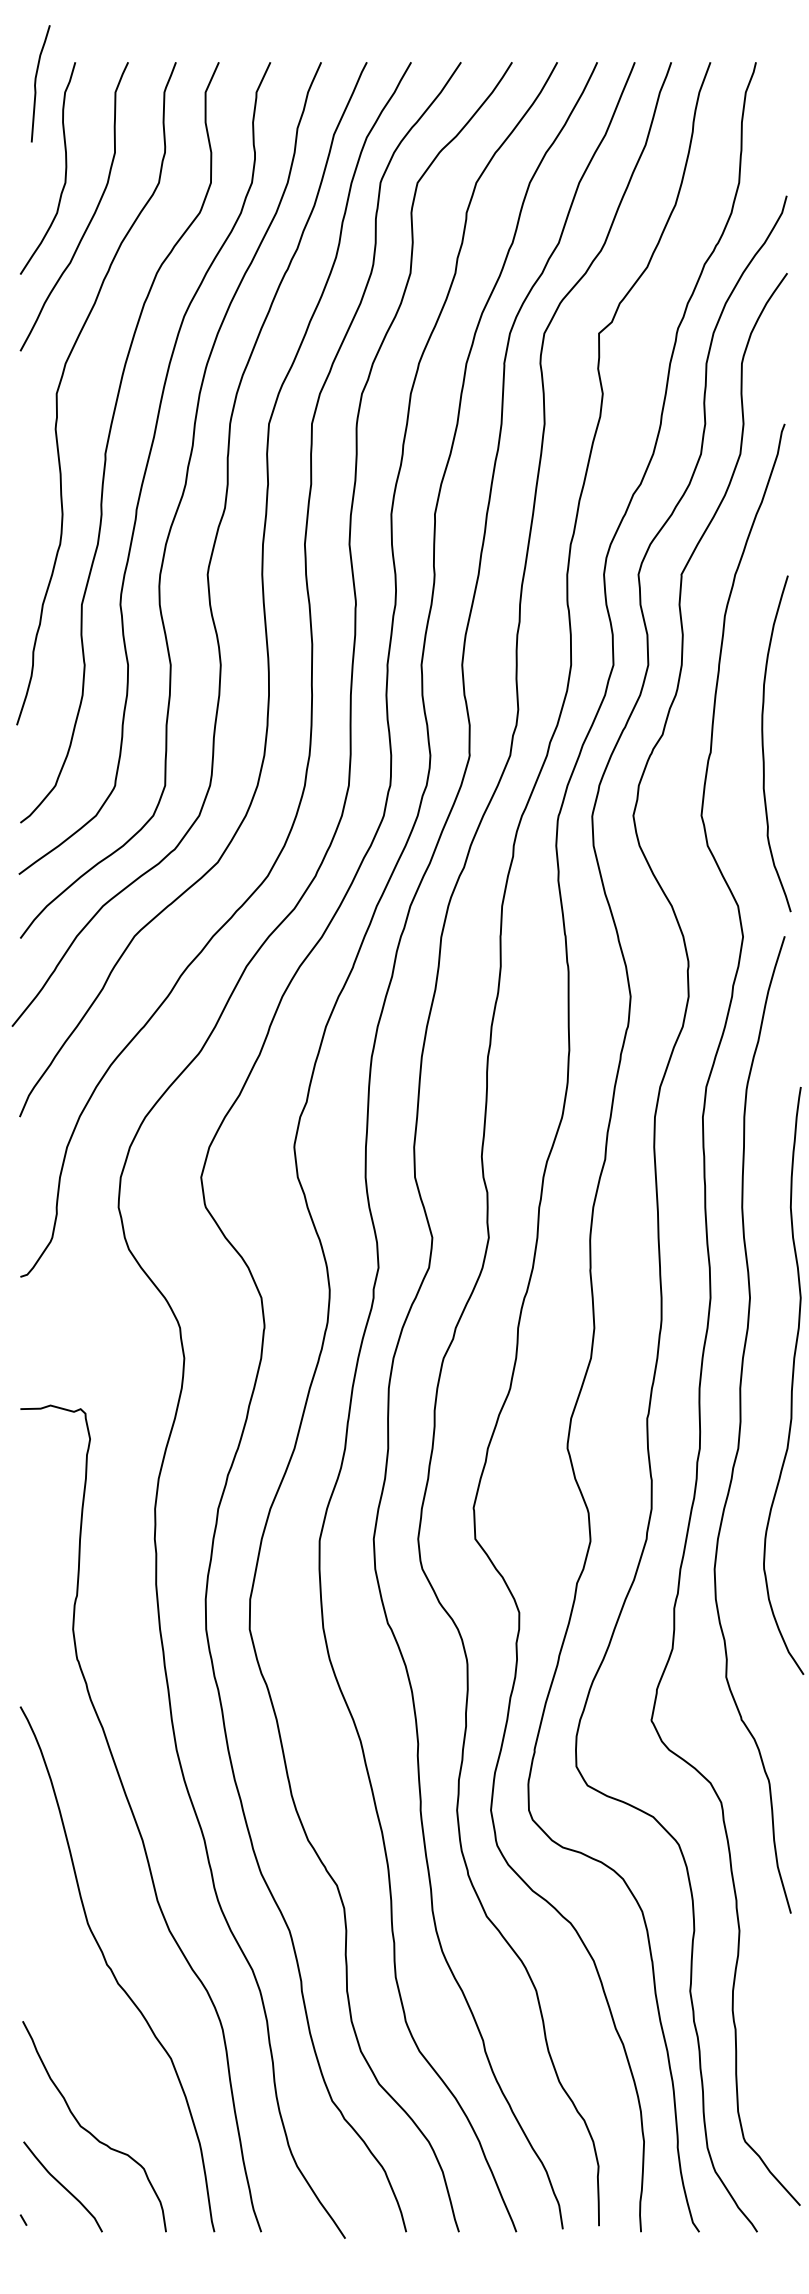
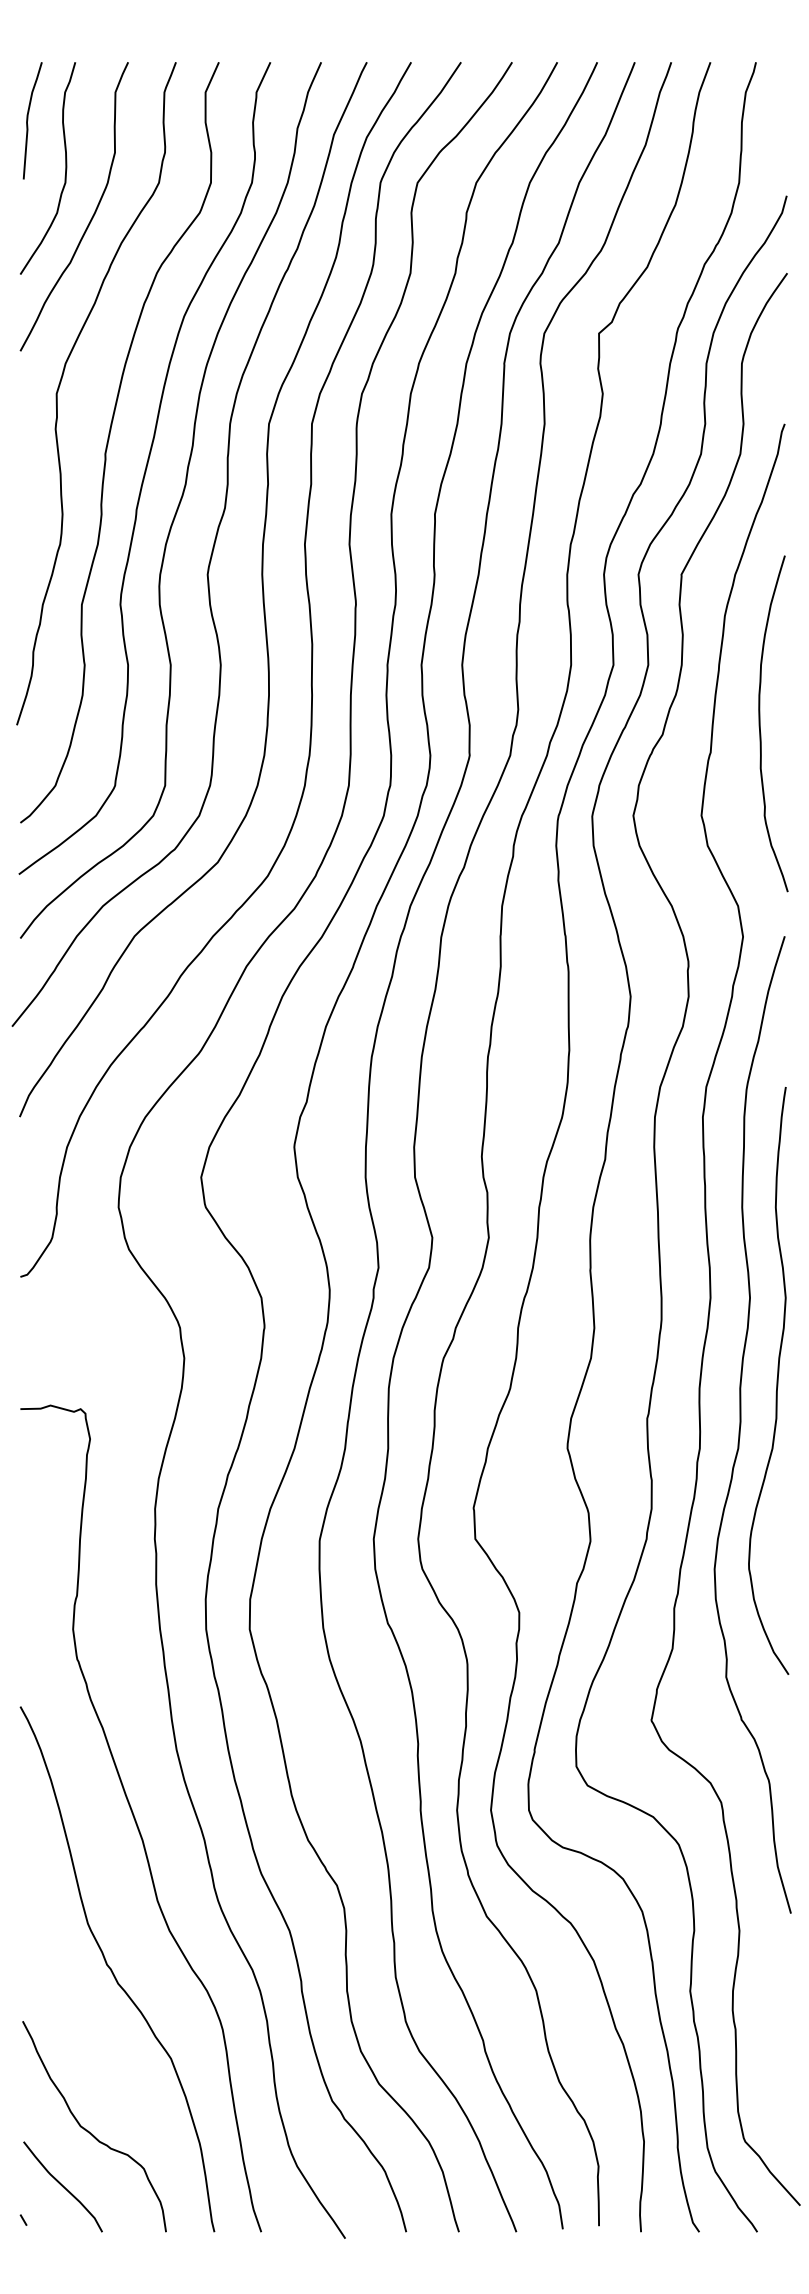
curve at (36, 83) position: (36, 83) -> (28, 120)
curve at (763, 743) position: (763, 743) -> (760, 723)
curve at (791, 1380) position: (791, 1380) -> (776, 1380)
